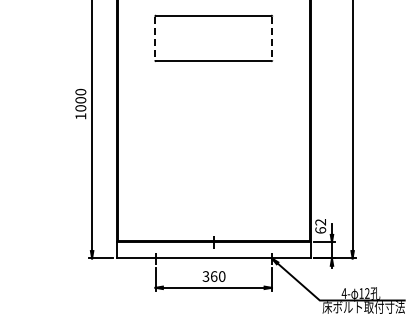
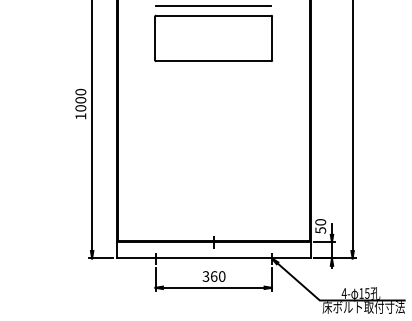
line at (213, 5): none -> present
line at (155, 38): dashed -> solid
line at (272, 38): dashed -> solid
text at (320, 226): 62 -> 50
text at (367, 293): 12 -> 15
